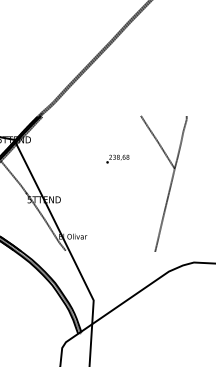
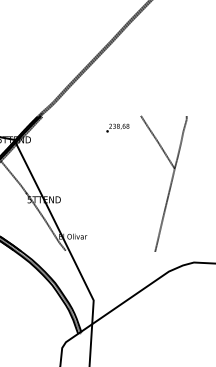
text at (117, 158) position: (117, 158) -> (117, 127)
